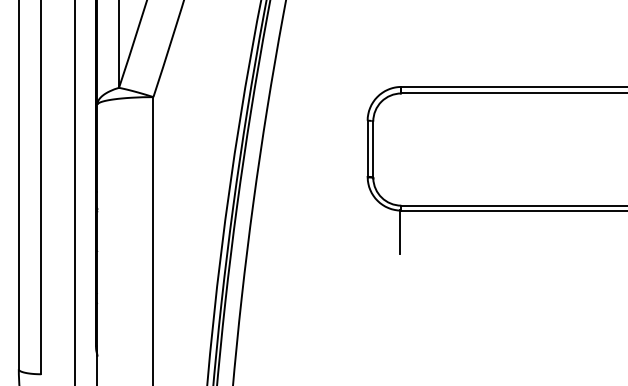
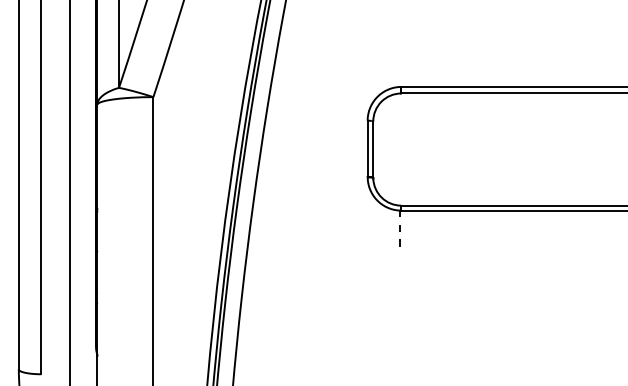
line at (74, 192) position: (74, 192) -> (69, 192)
line at (400, 232): solid -> dashed
